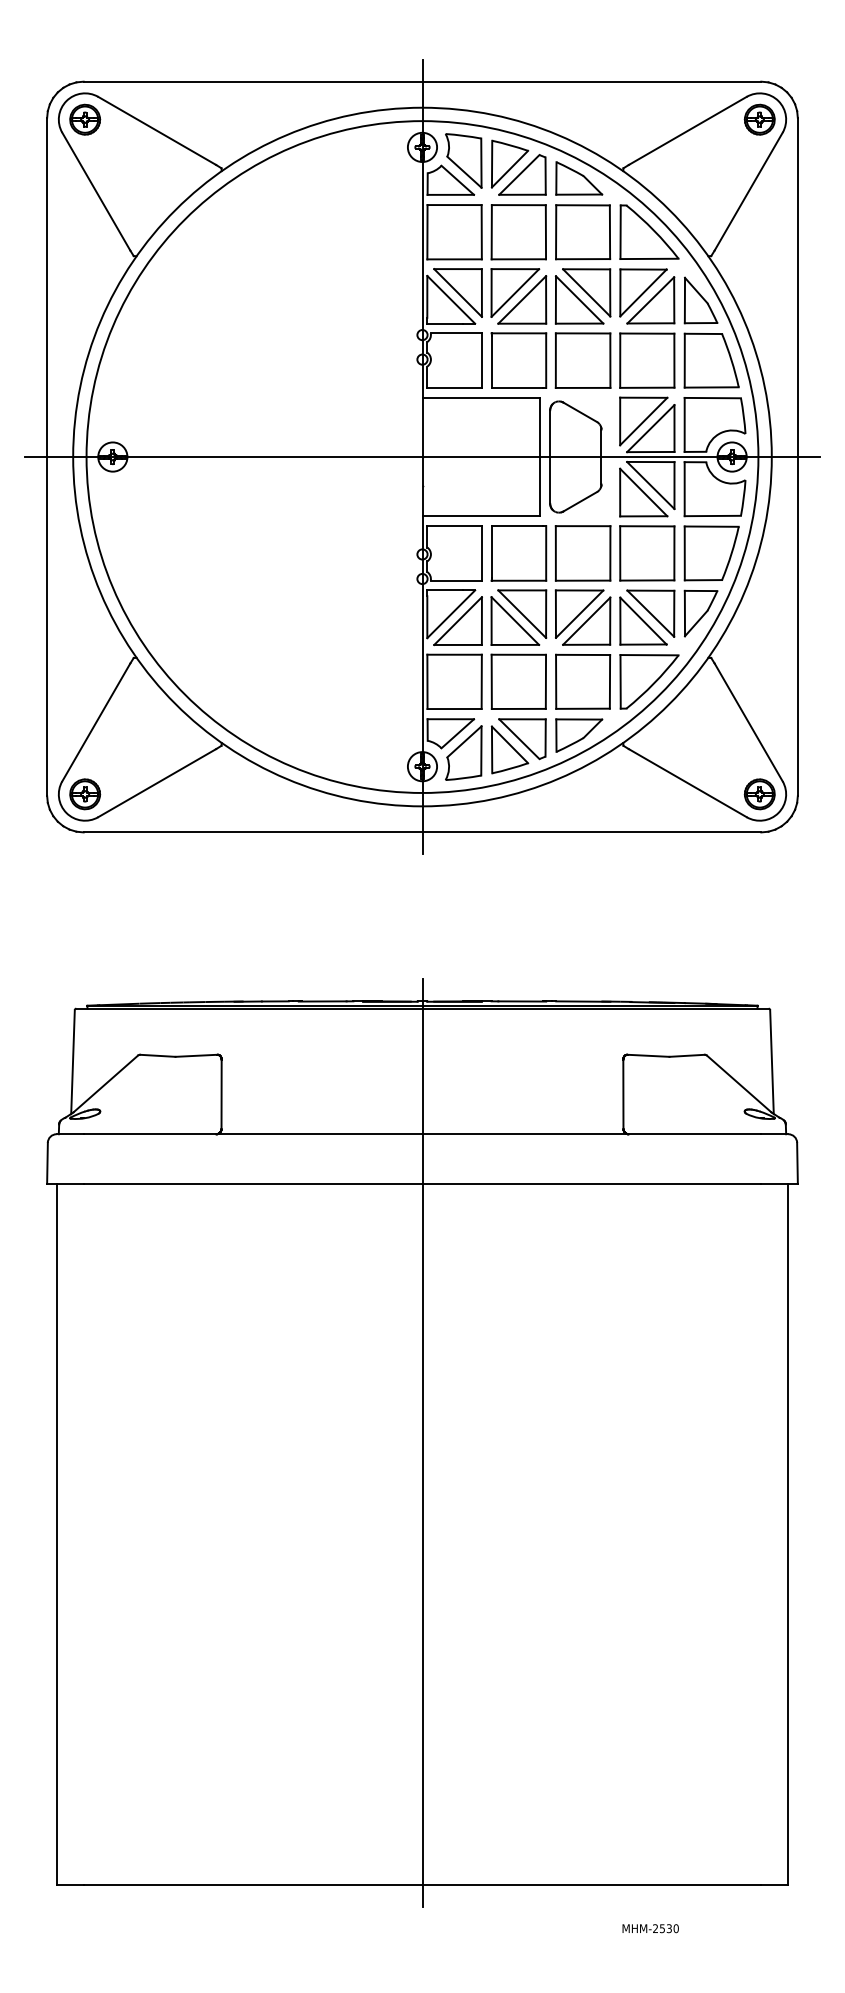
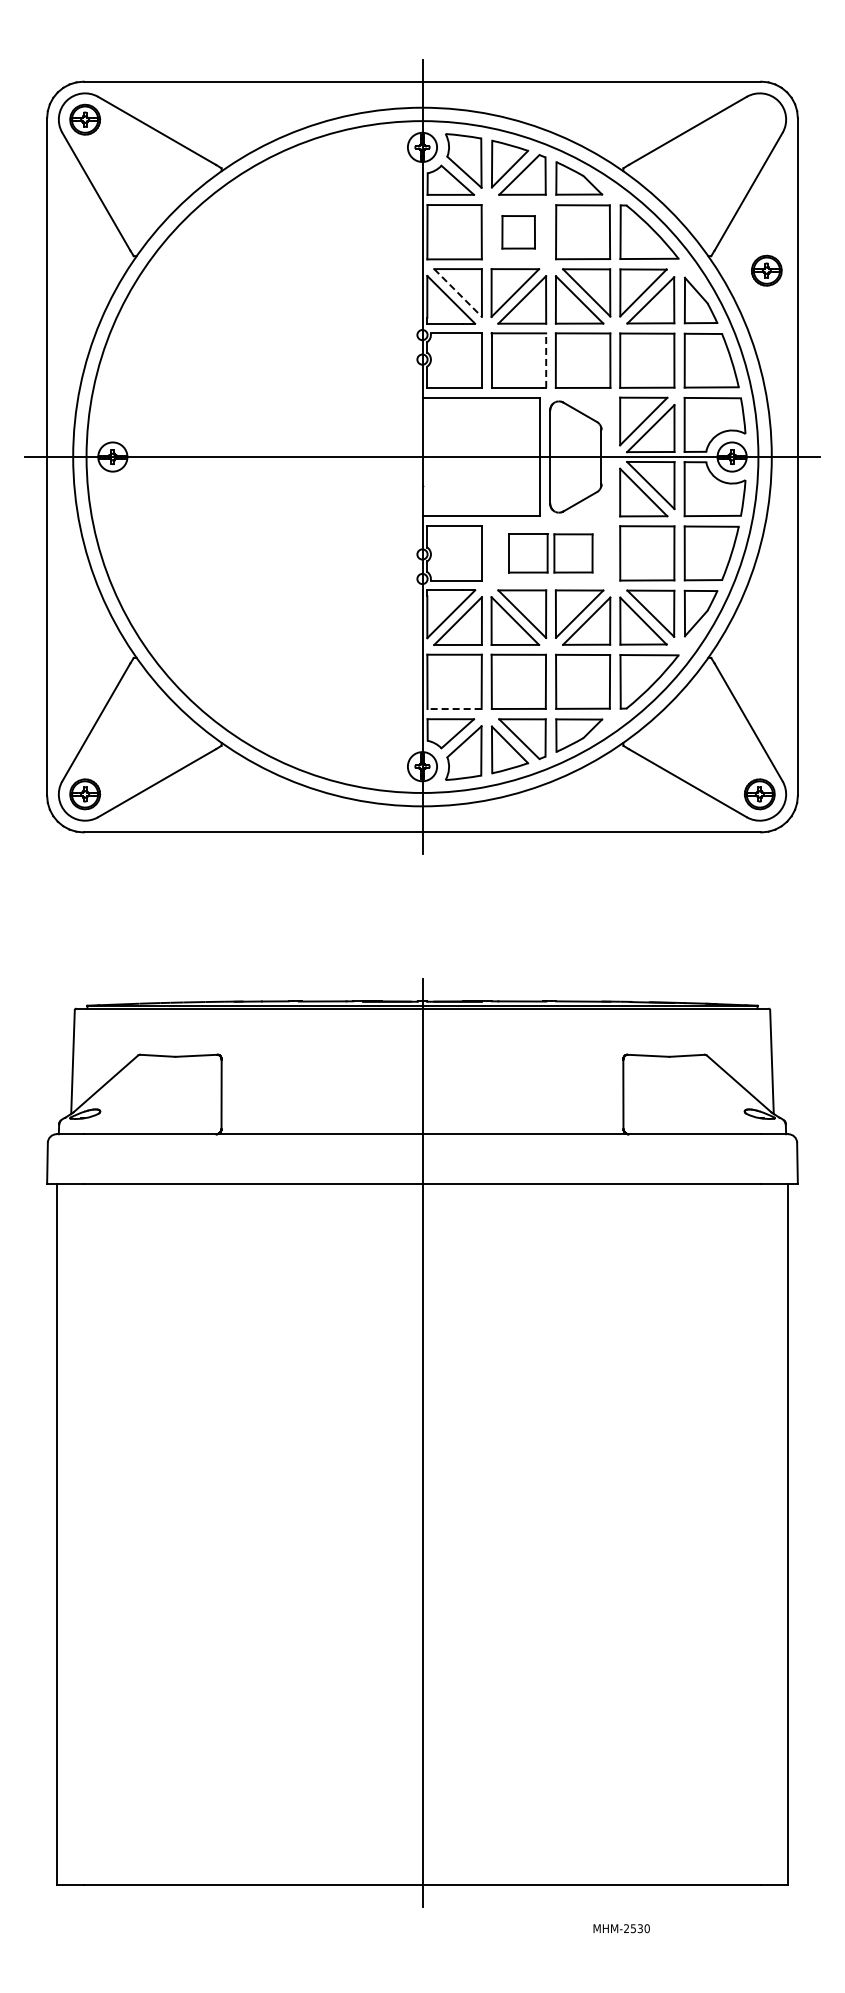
part at (759, 119) position: (759, 119) -> (766, 270)
part at (518, 232) size: 57x57 px -> 35x35 px
line at (458, 293): solid -> dashed
line at (546, 360): solid -> dashed
part at (550, 553) size: 122x57 px -> 86x41 px
line at (454, 709): solid -> dashed
text at (650, 1928) position: (650, 1928) -> (621, 1928)
